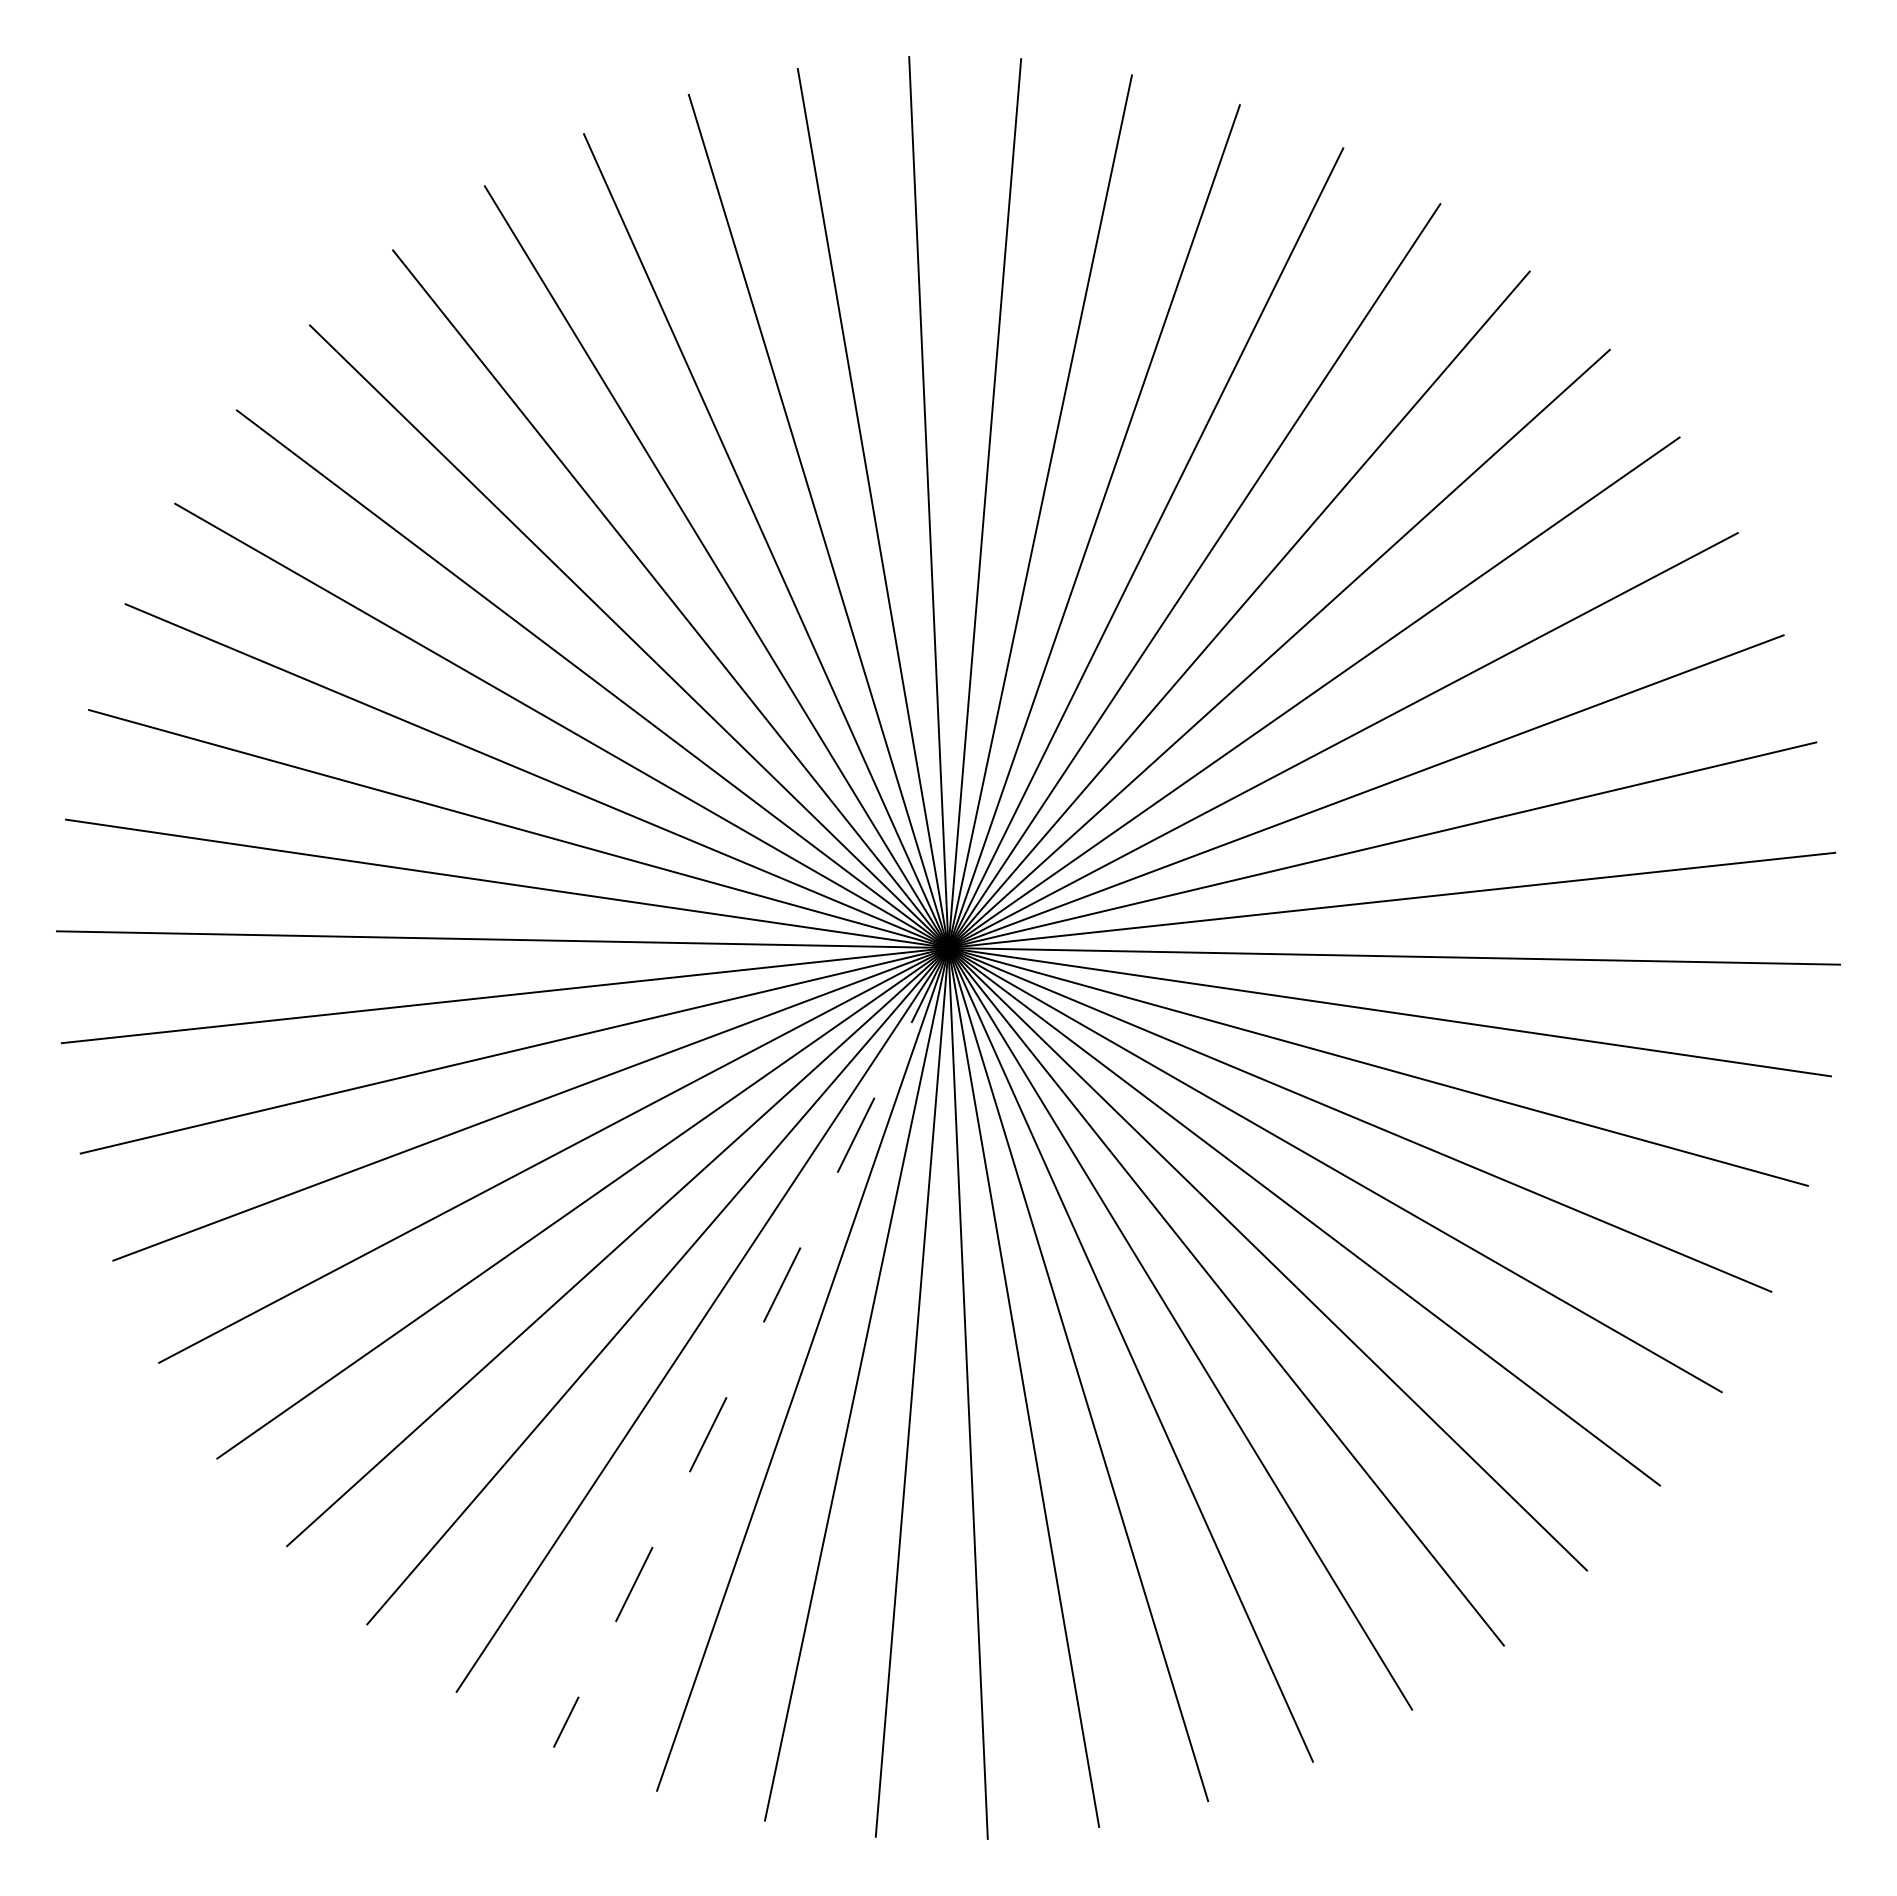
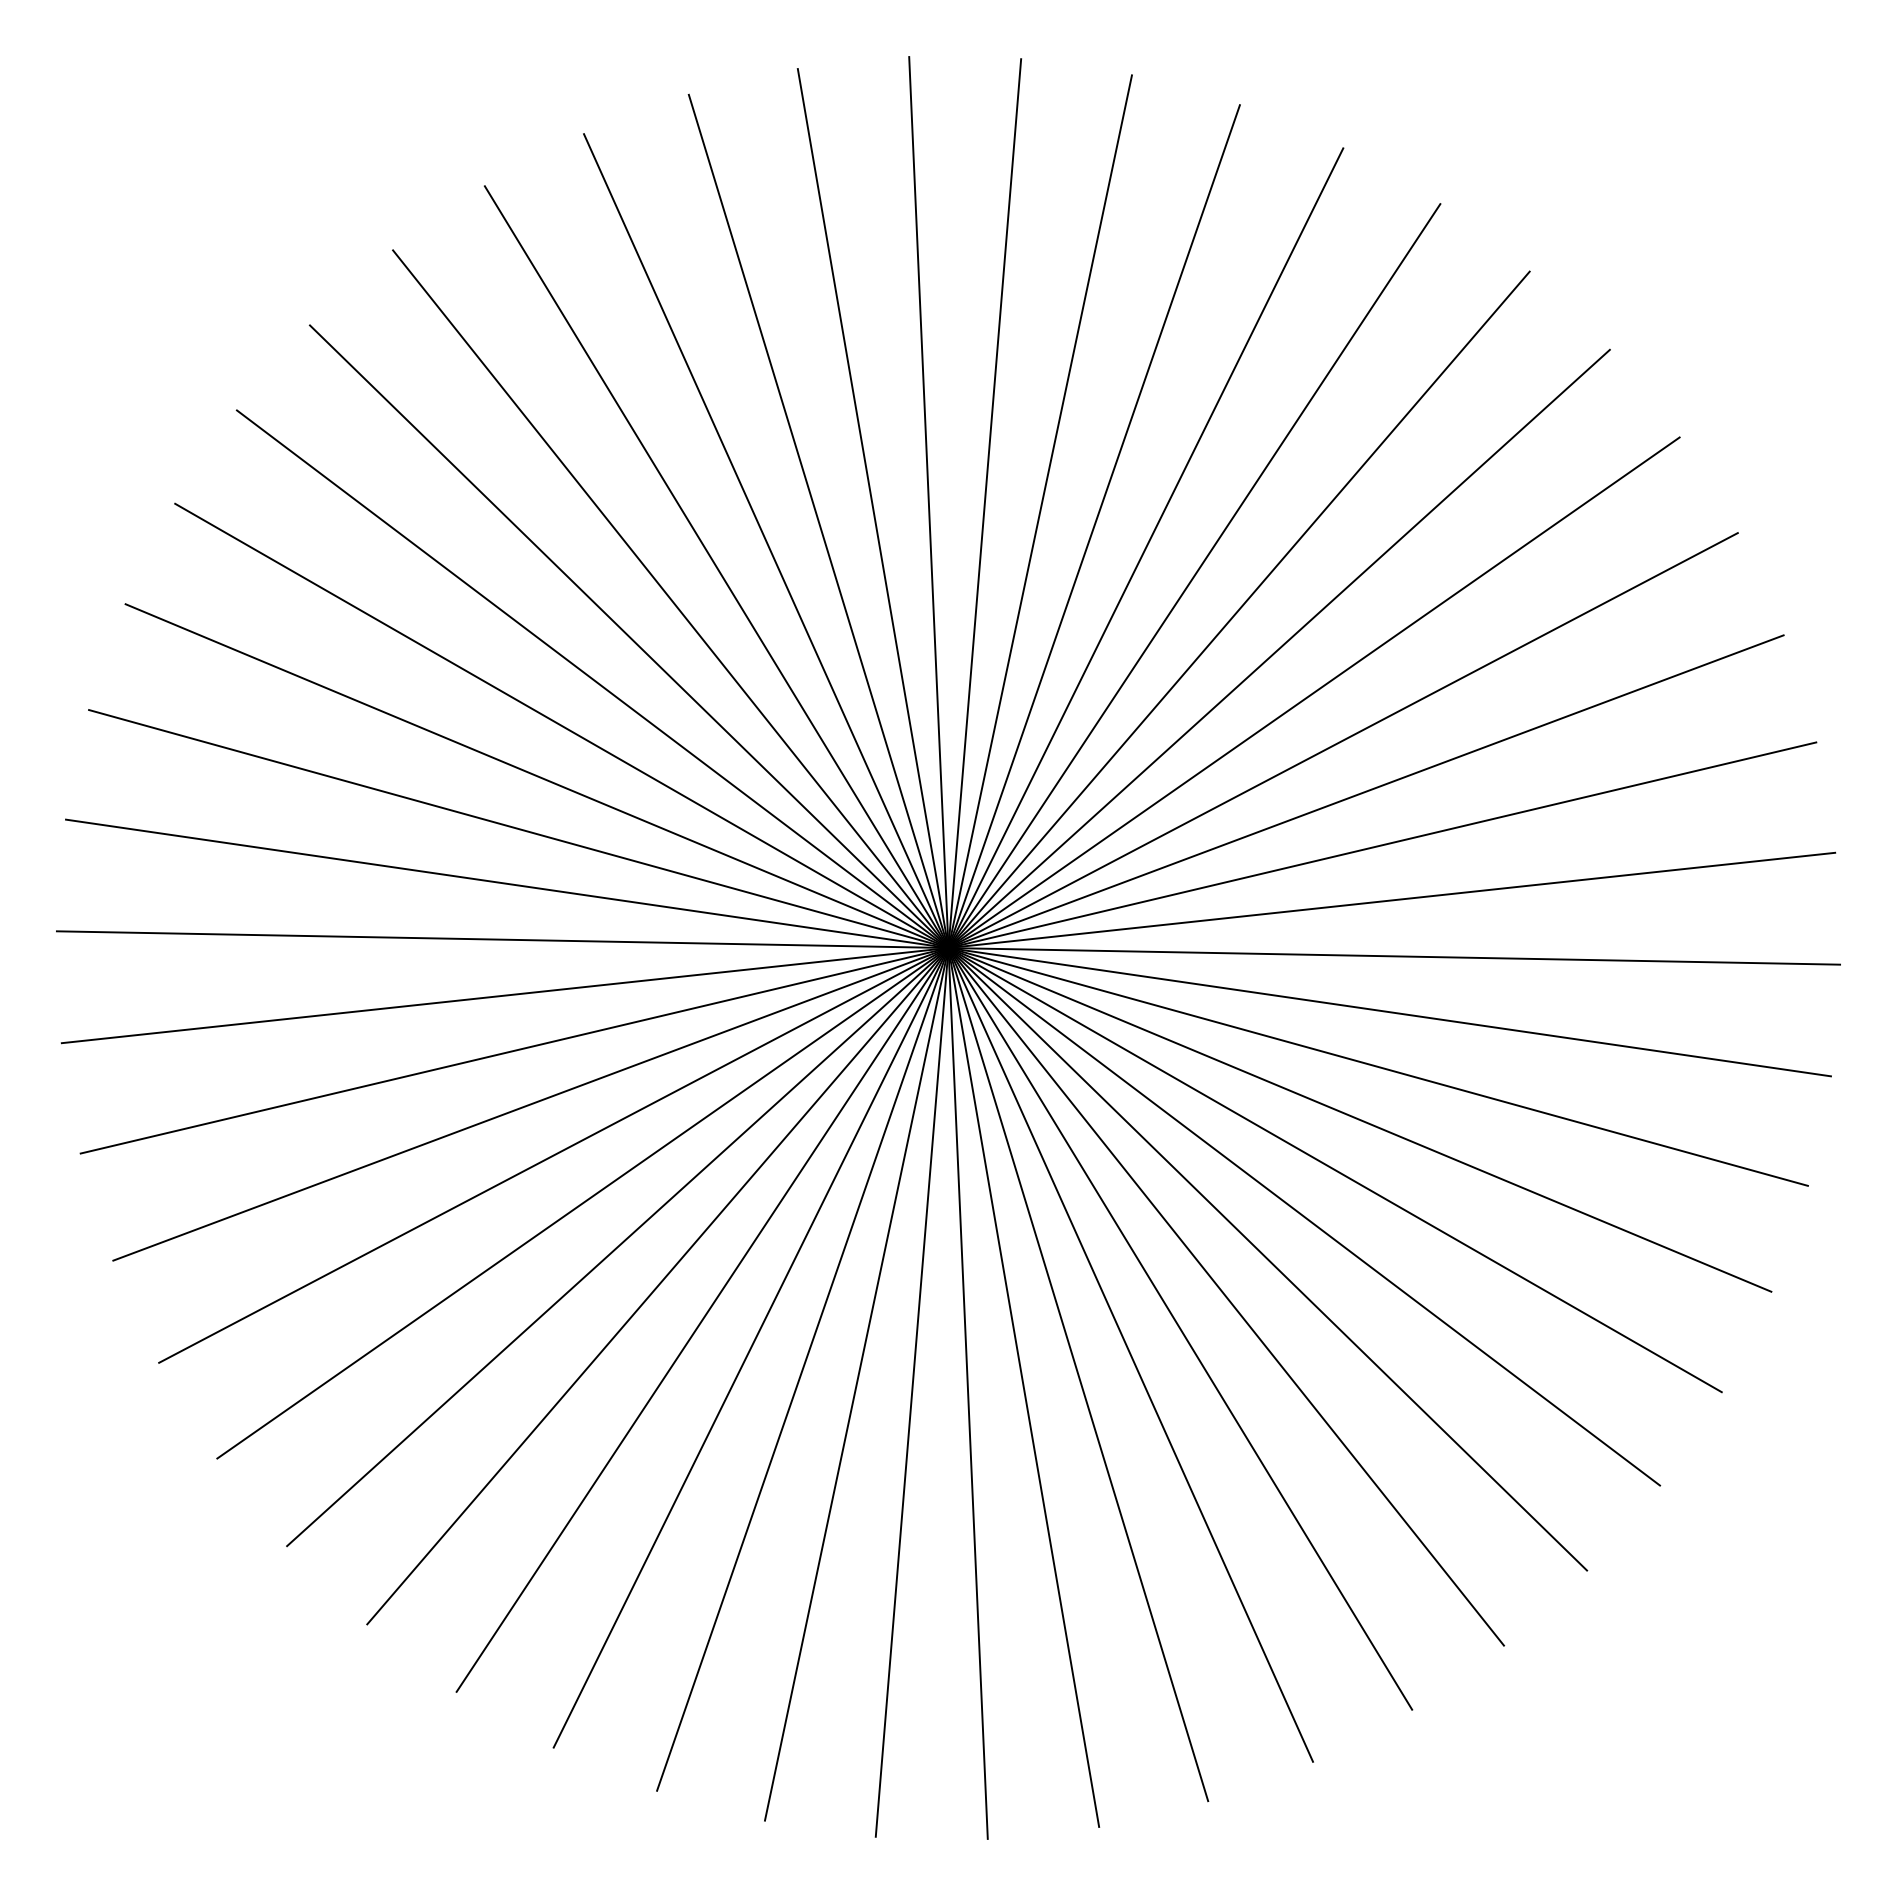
line at (751, 1347): dashed -> solid
